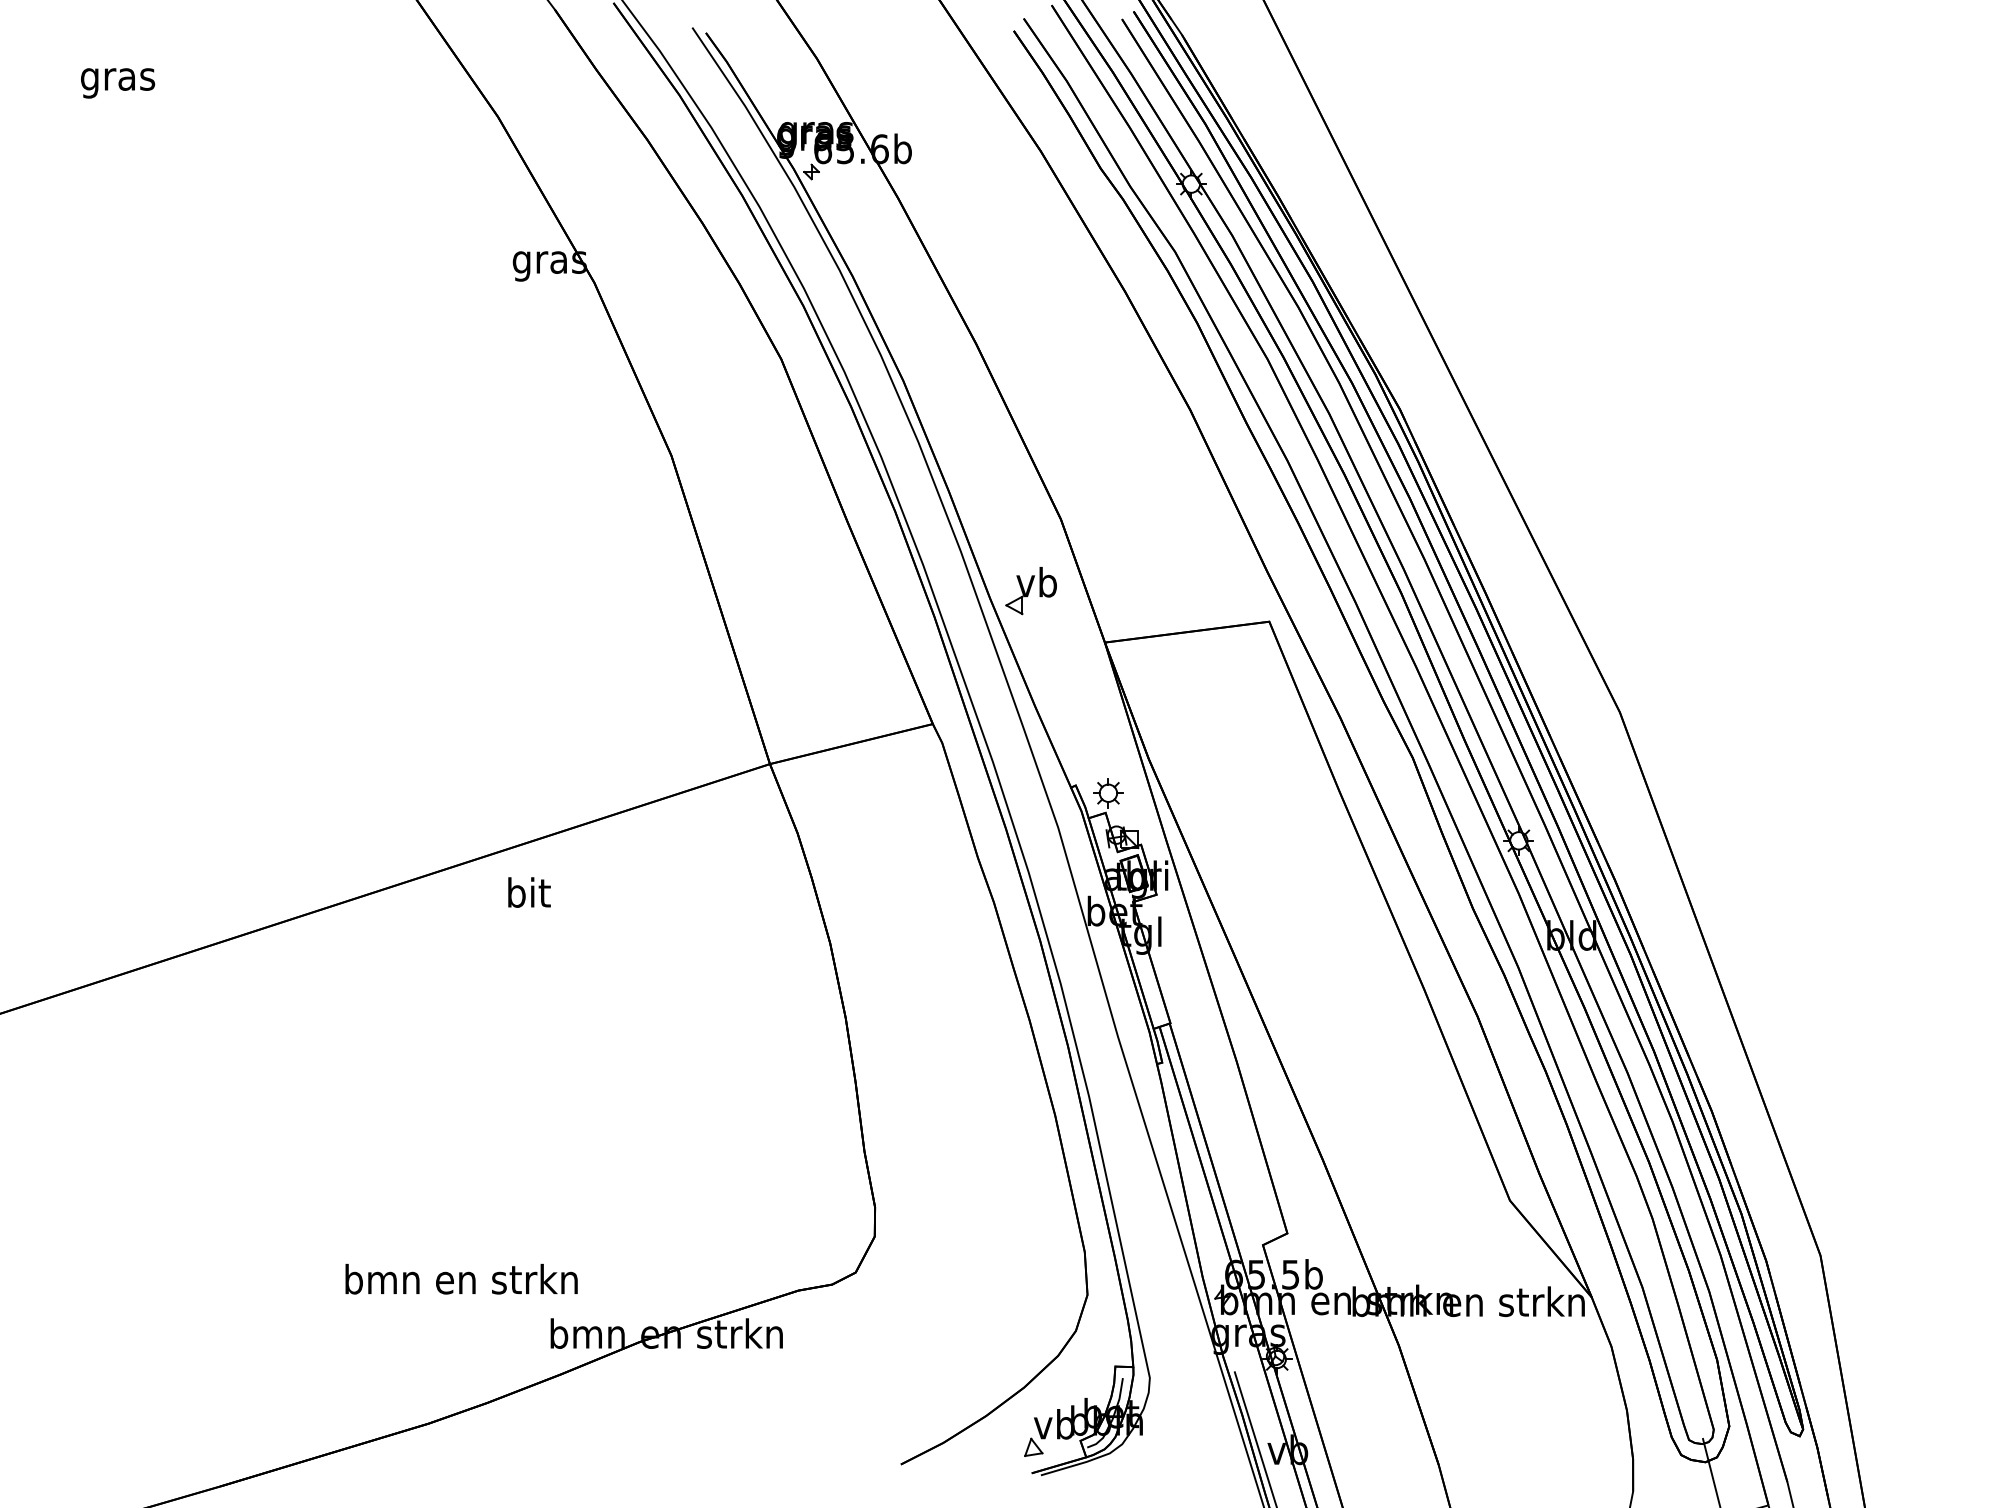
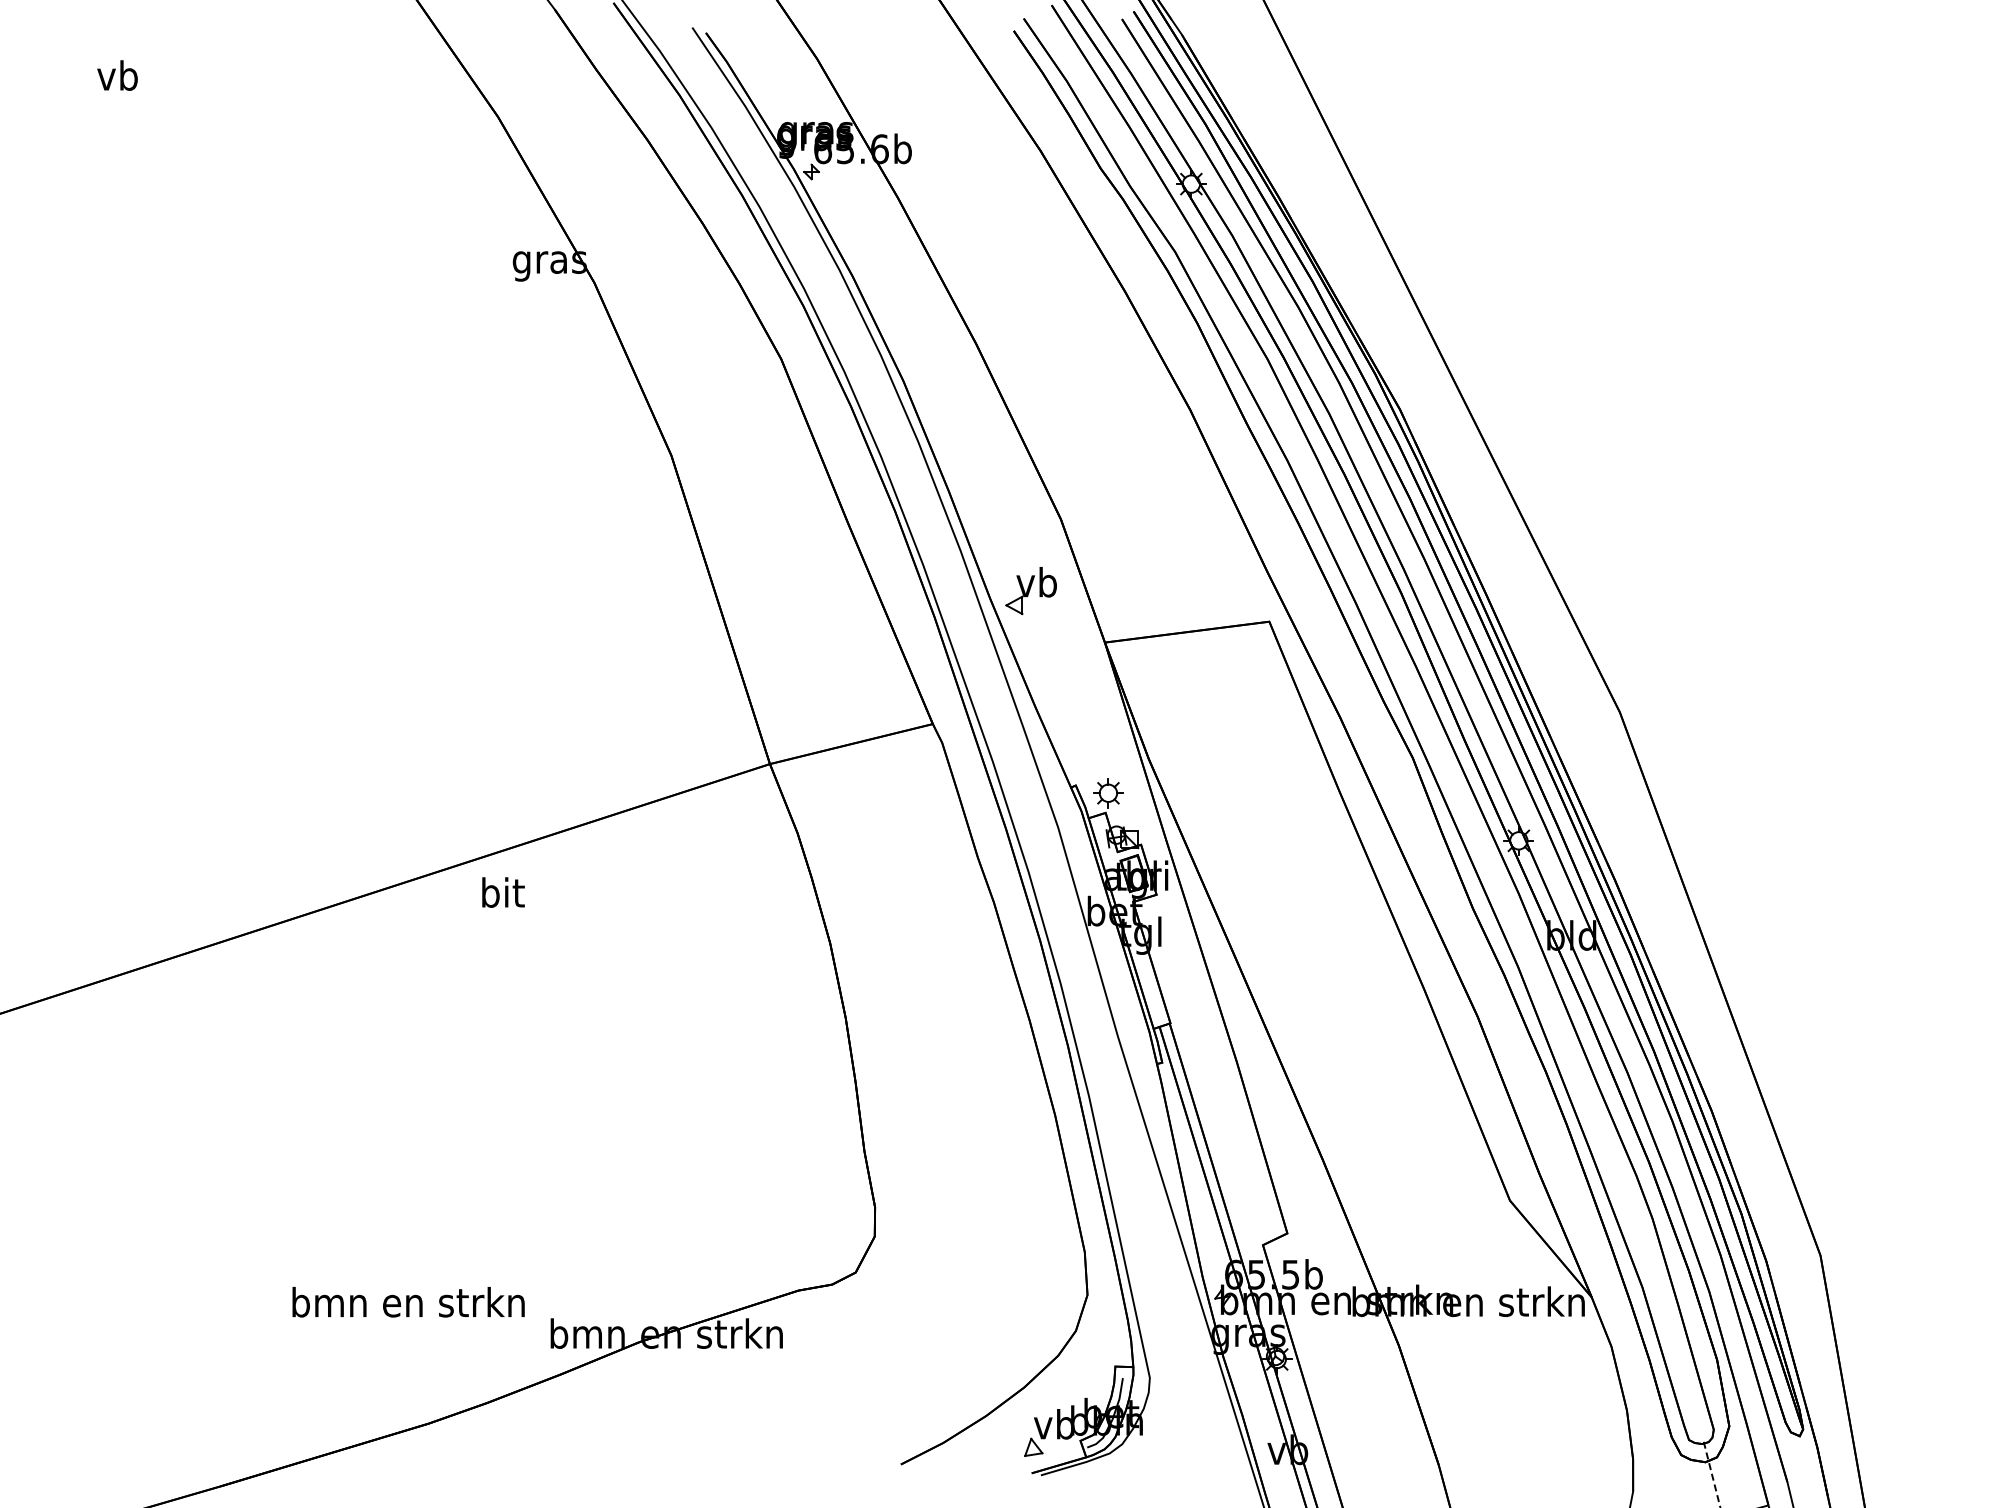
text at (118, 79): gras -> vb
text at (529, 892) position: (529, 892) -> (503, 892)
text at (461, 1279) position: (461, 1279) -> (408, 1302)
line at (1255, 1438): present -> none
line at (1711, 1472): solid -> dashed
